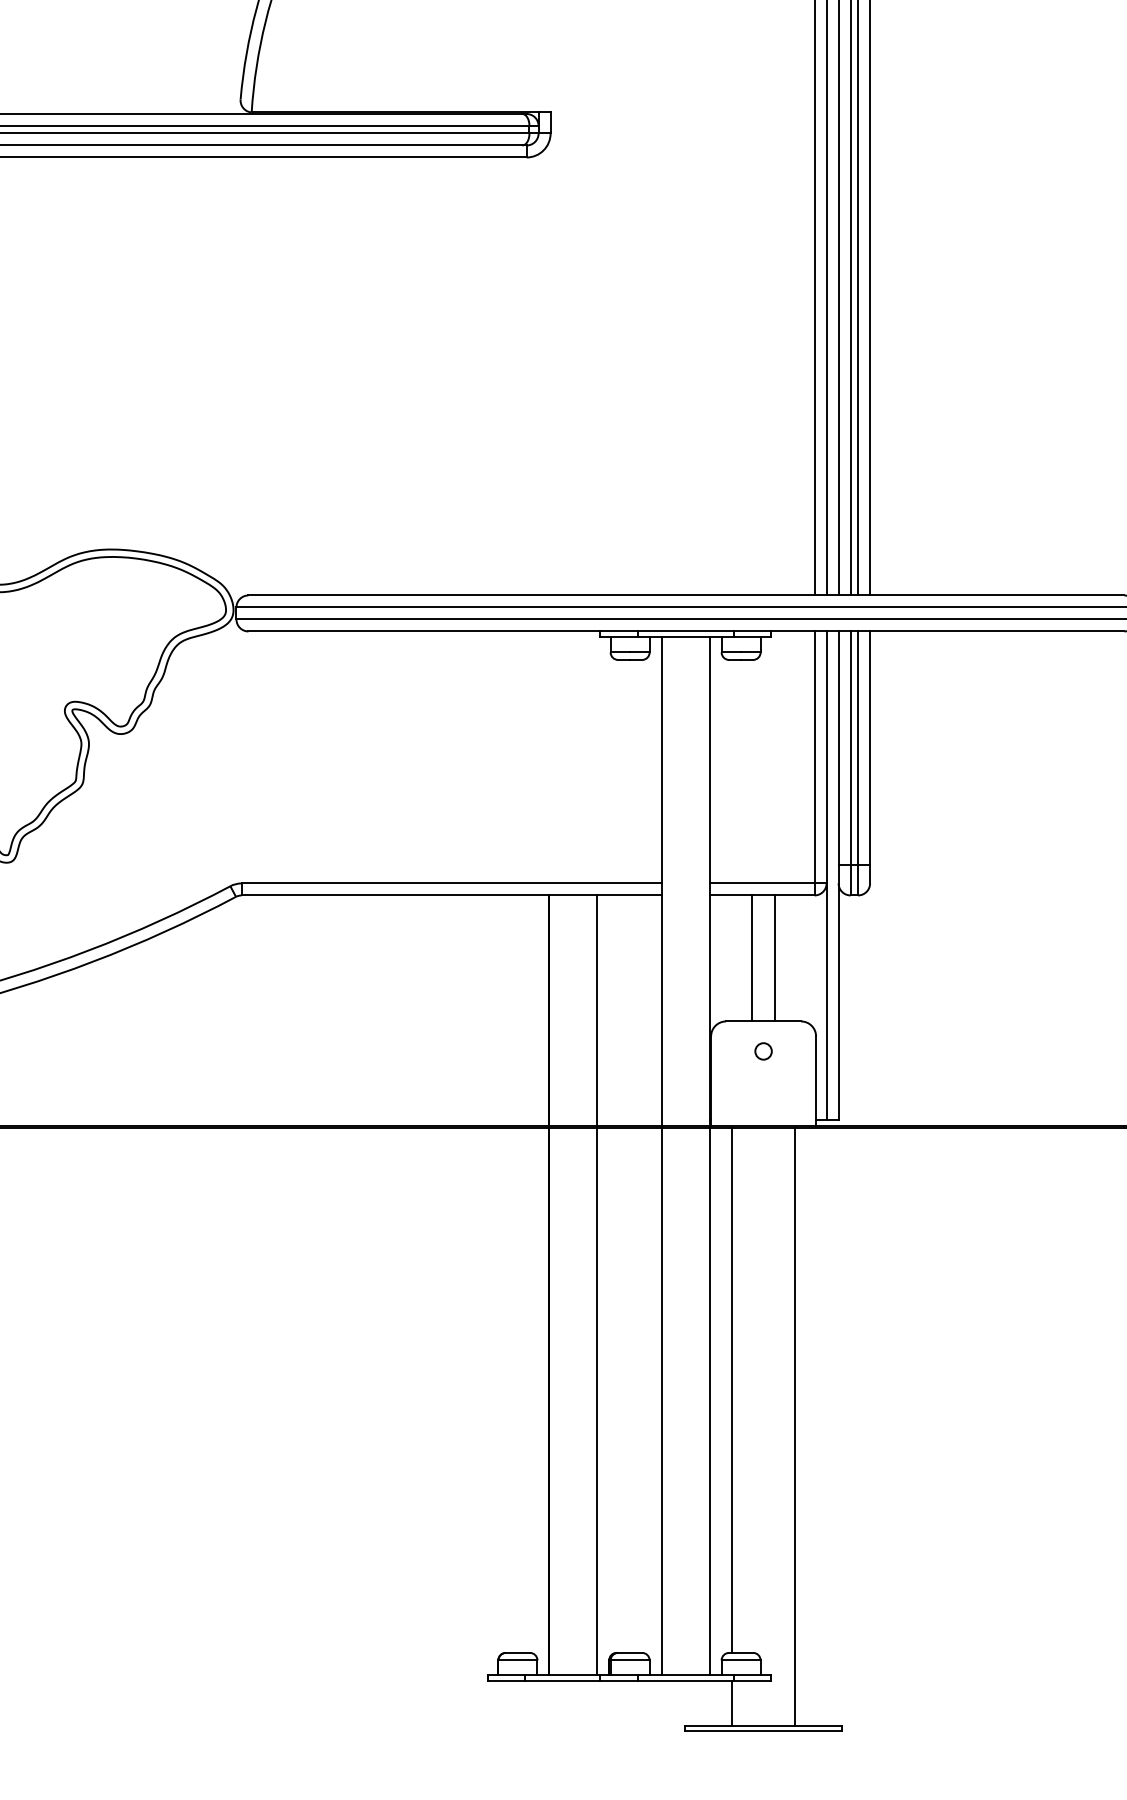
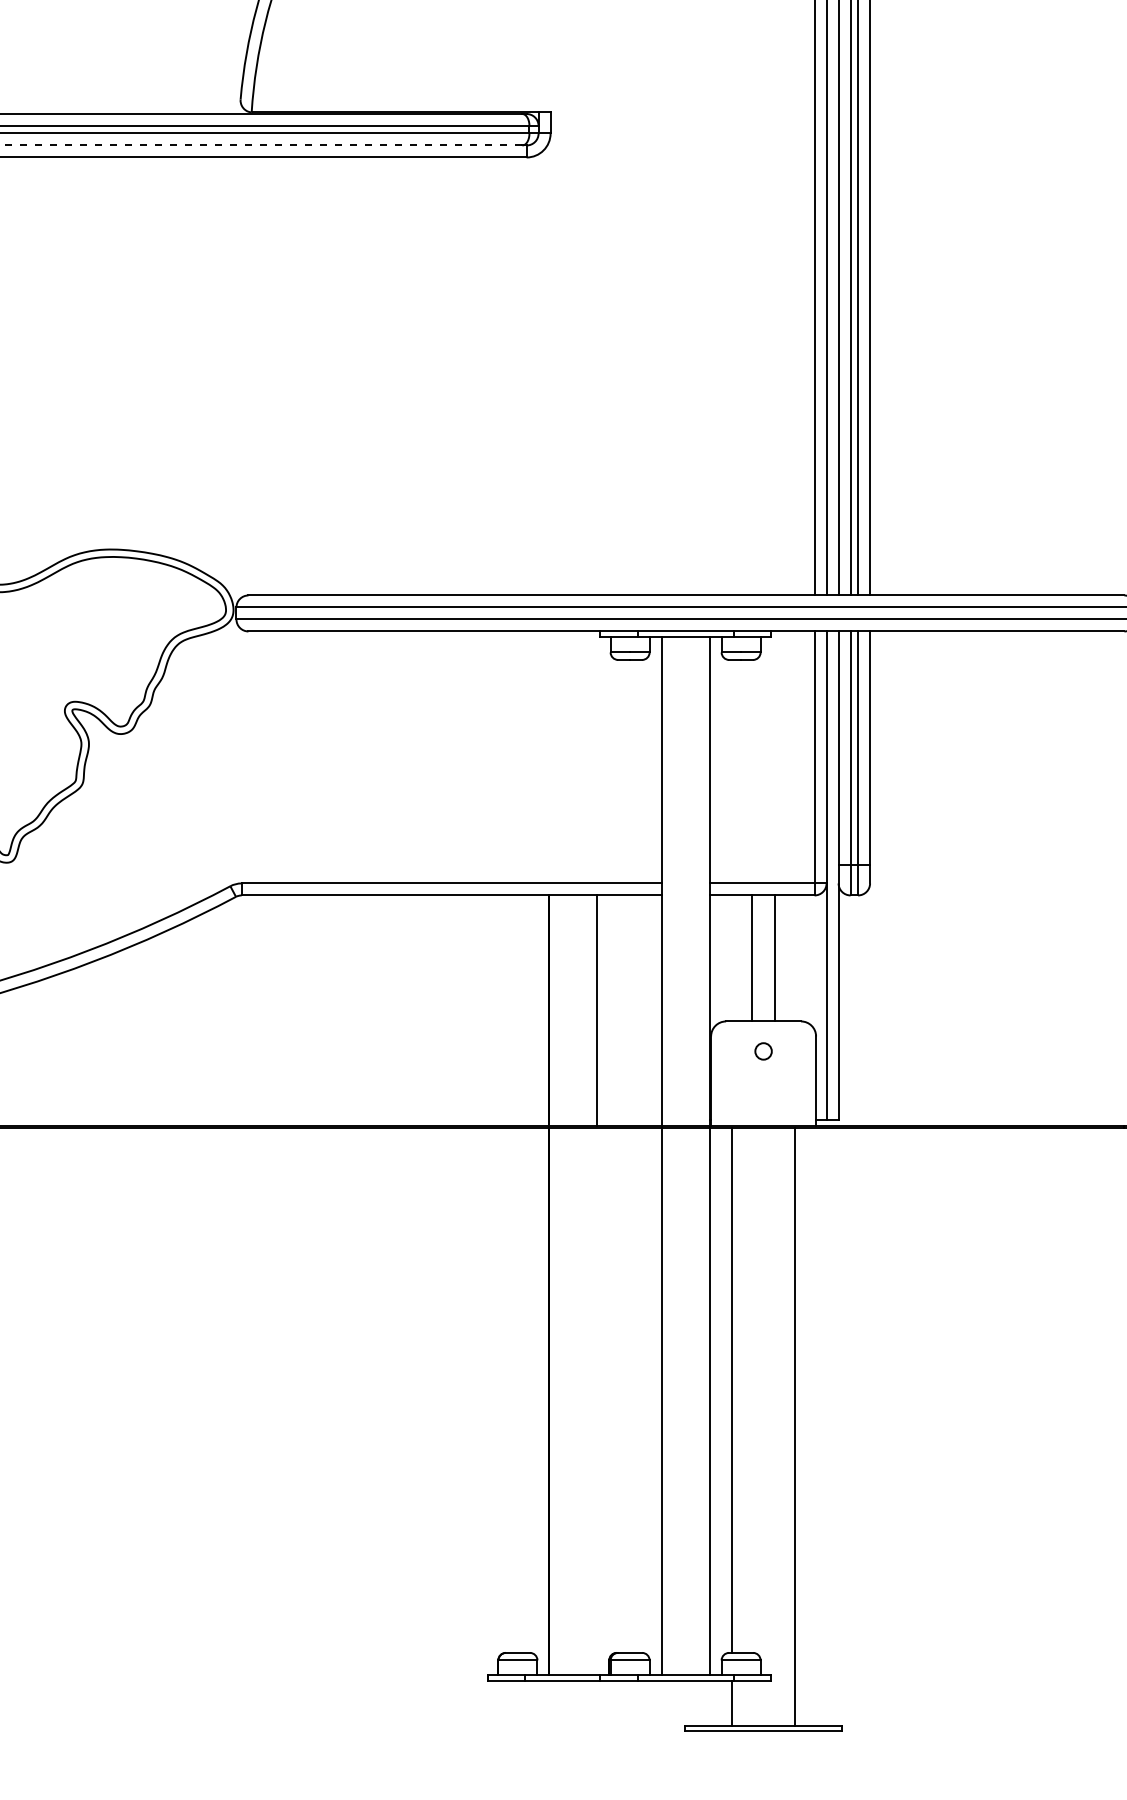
line at (261, 145): solid -> dashed
line at (597, 1401): present -> none
